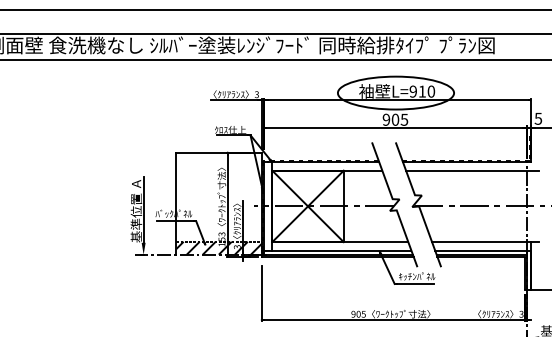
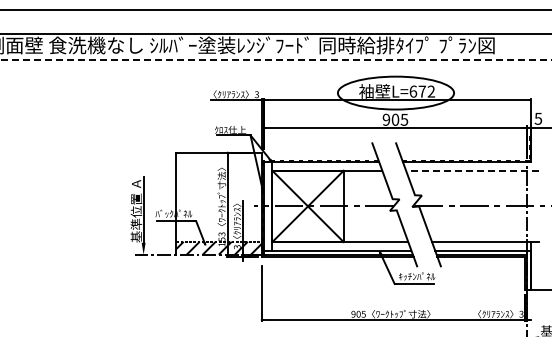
line at (276, 59): solid -> dashed
text at (422, 91): L=910 -> L=672
line at (472, 170): solid -> dashed
